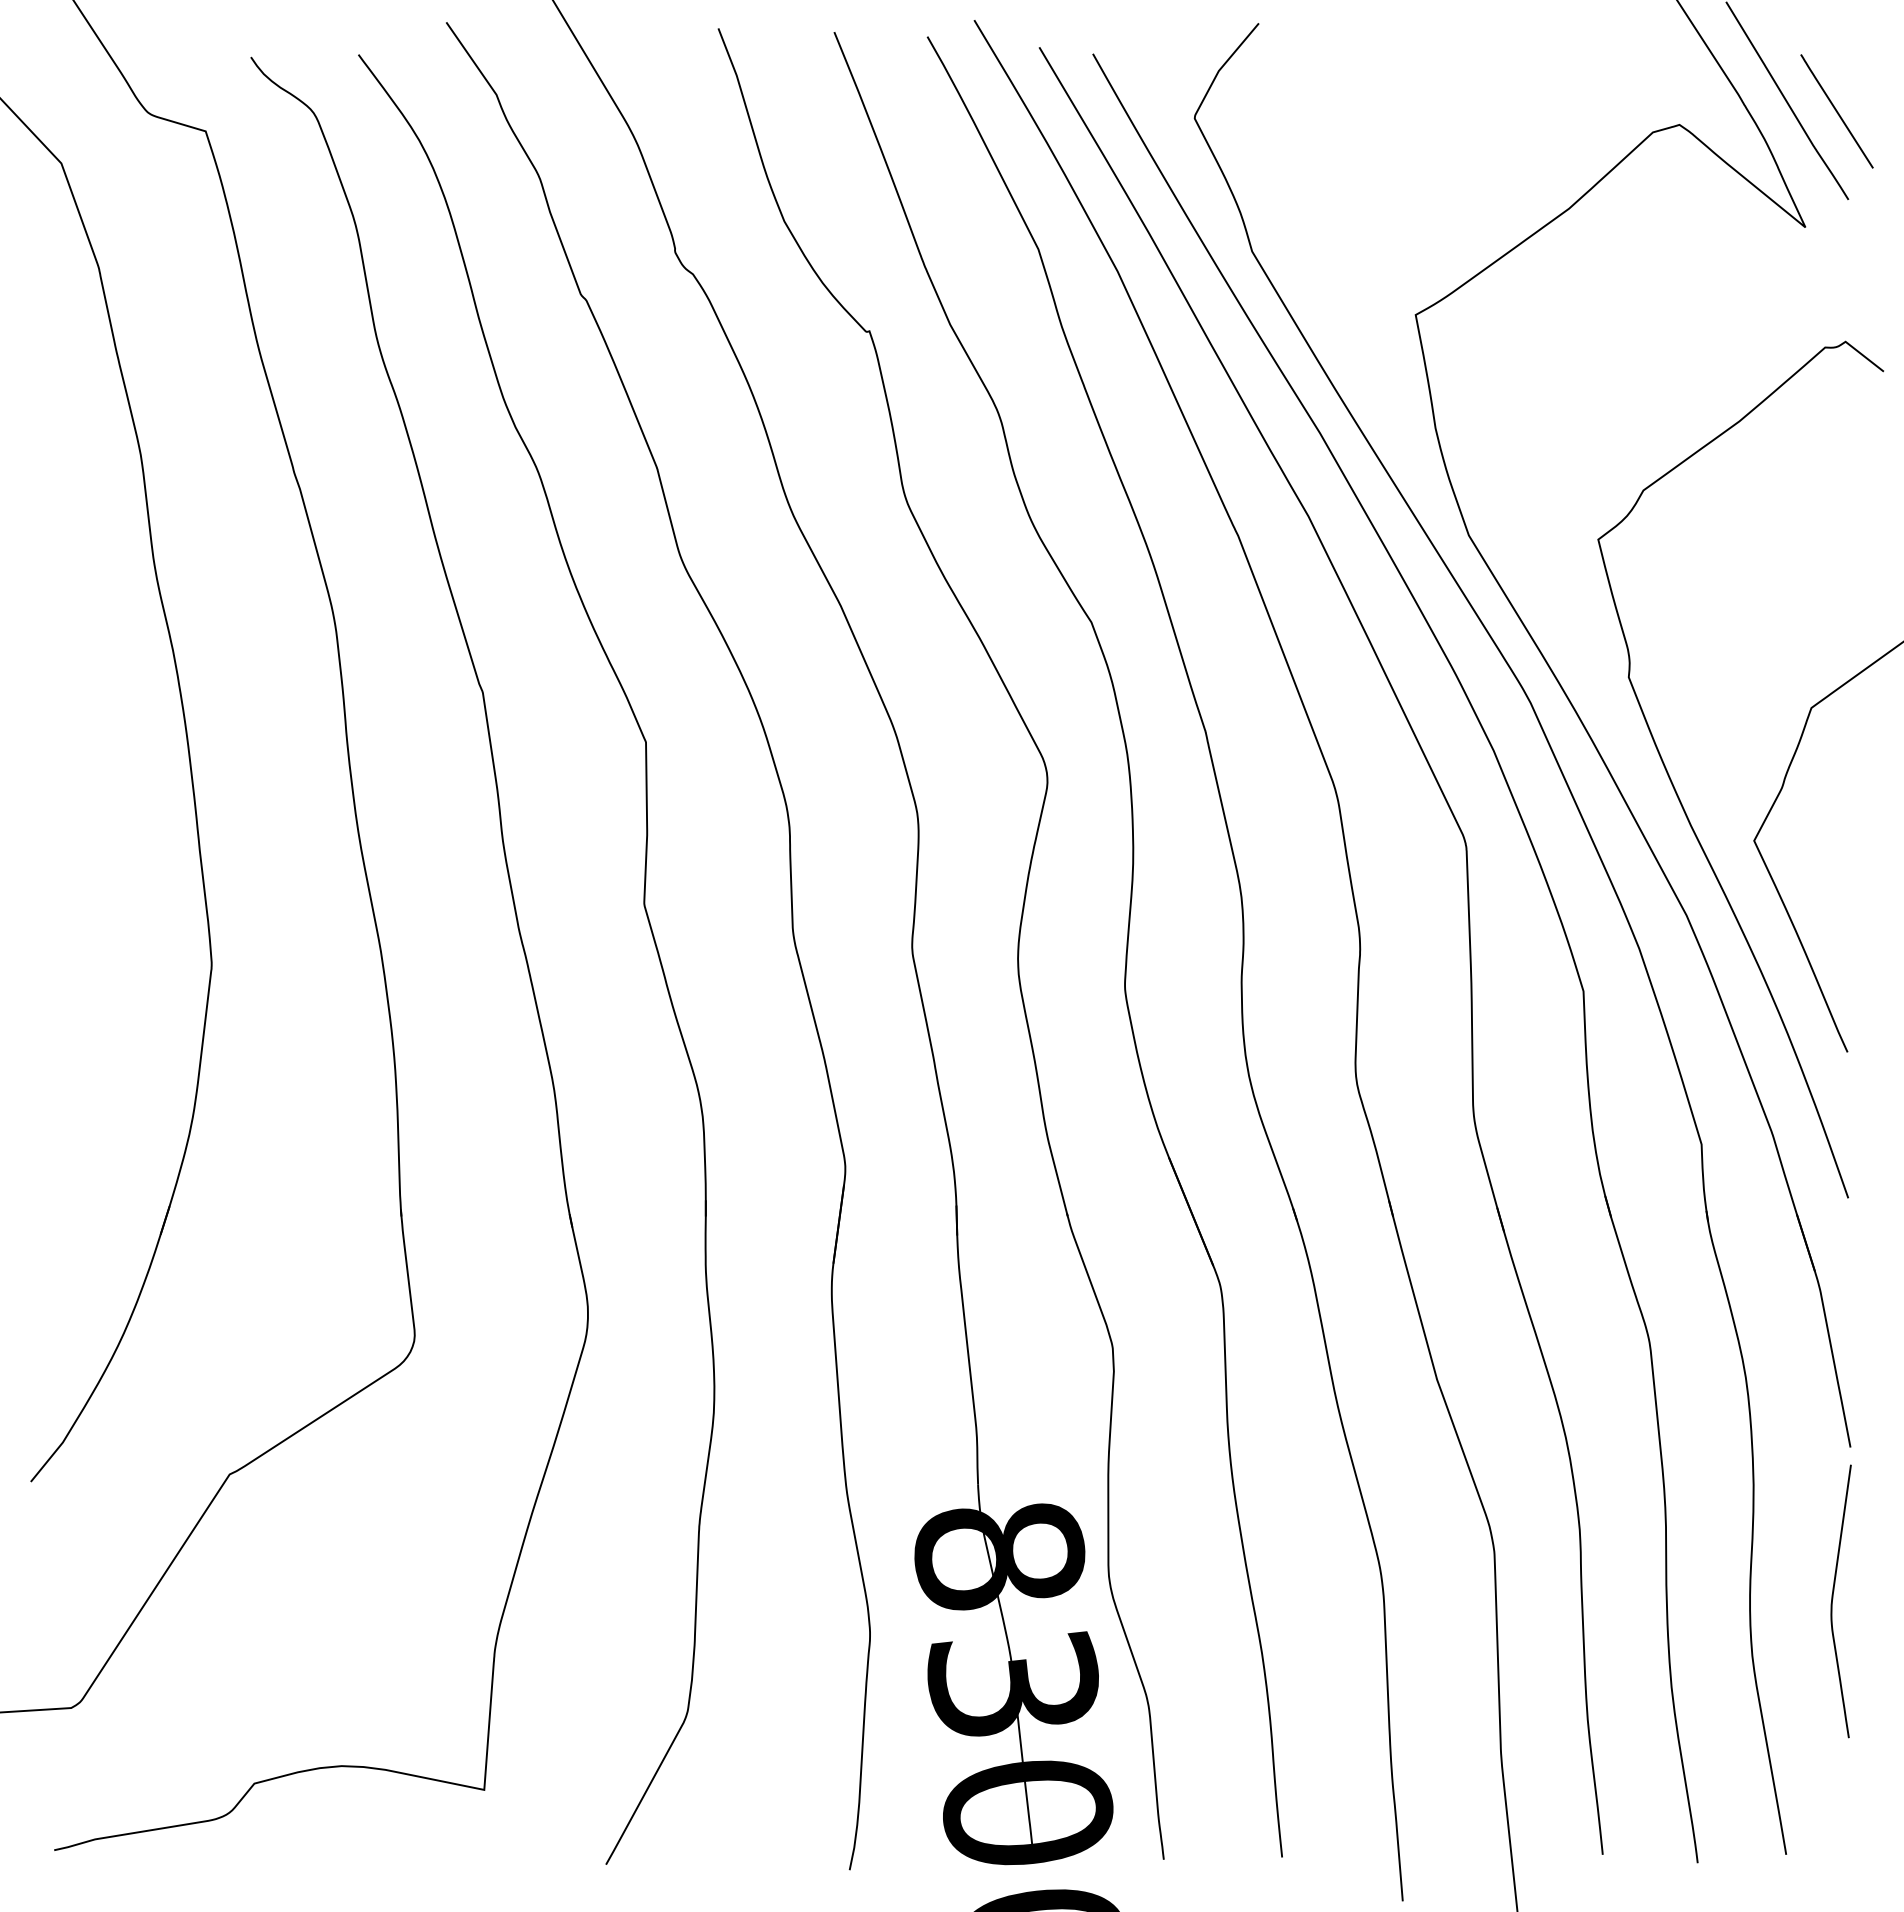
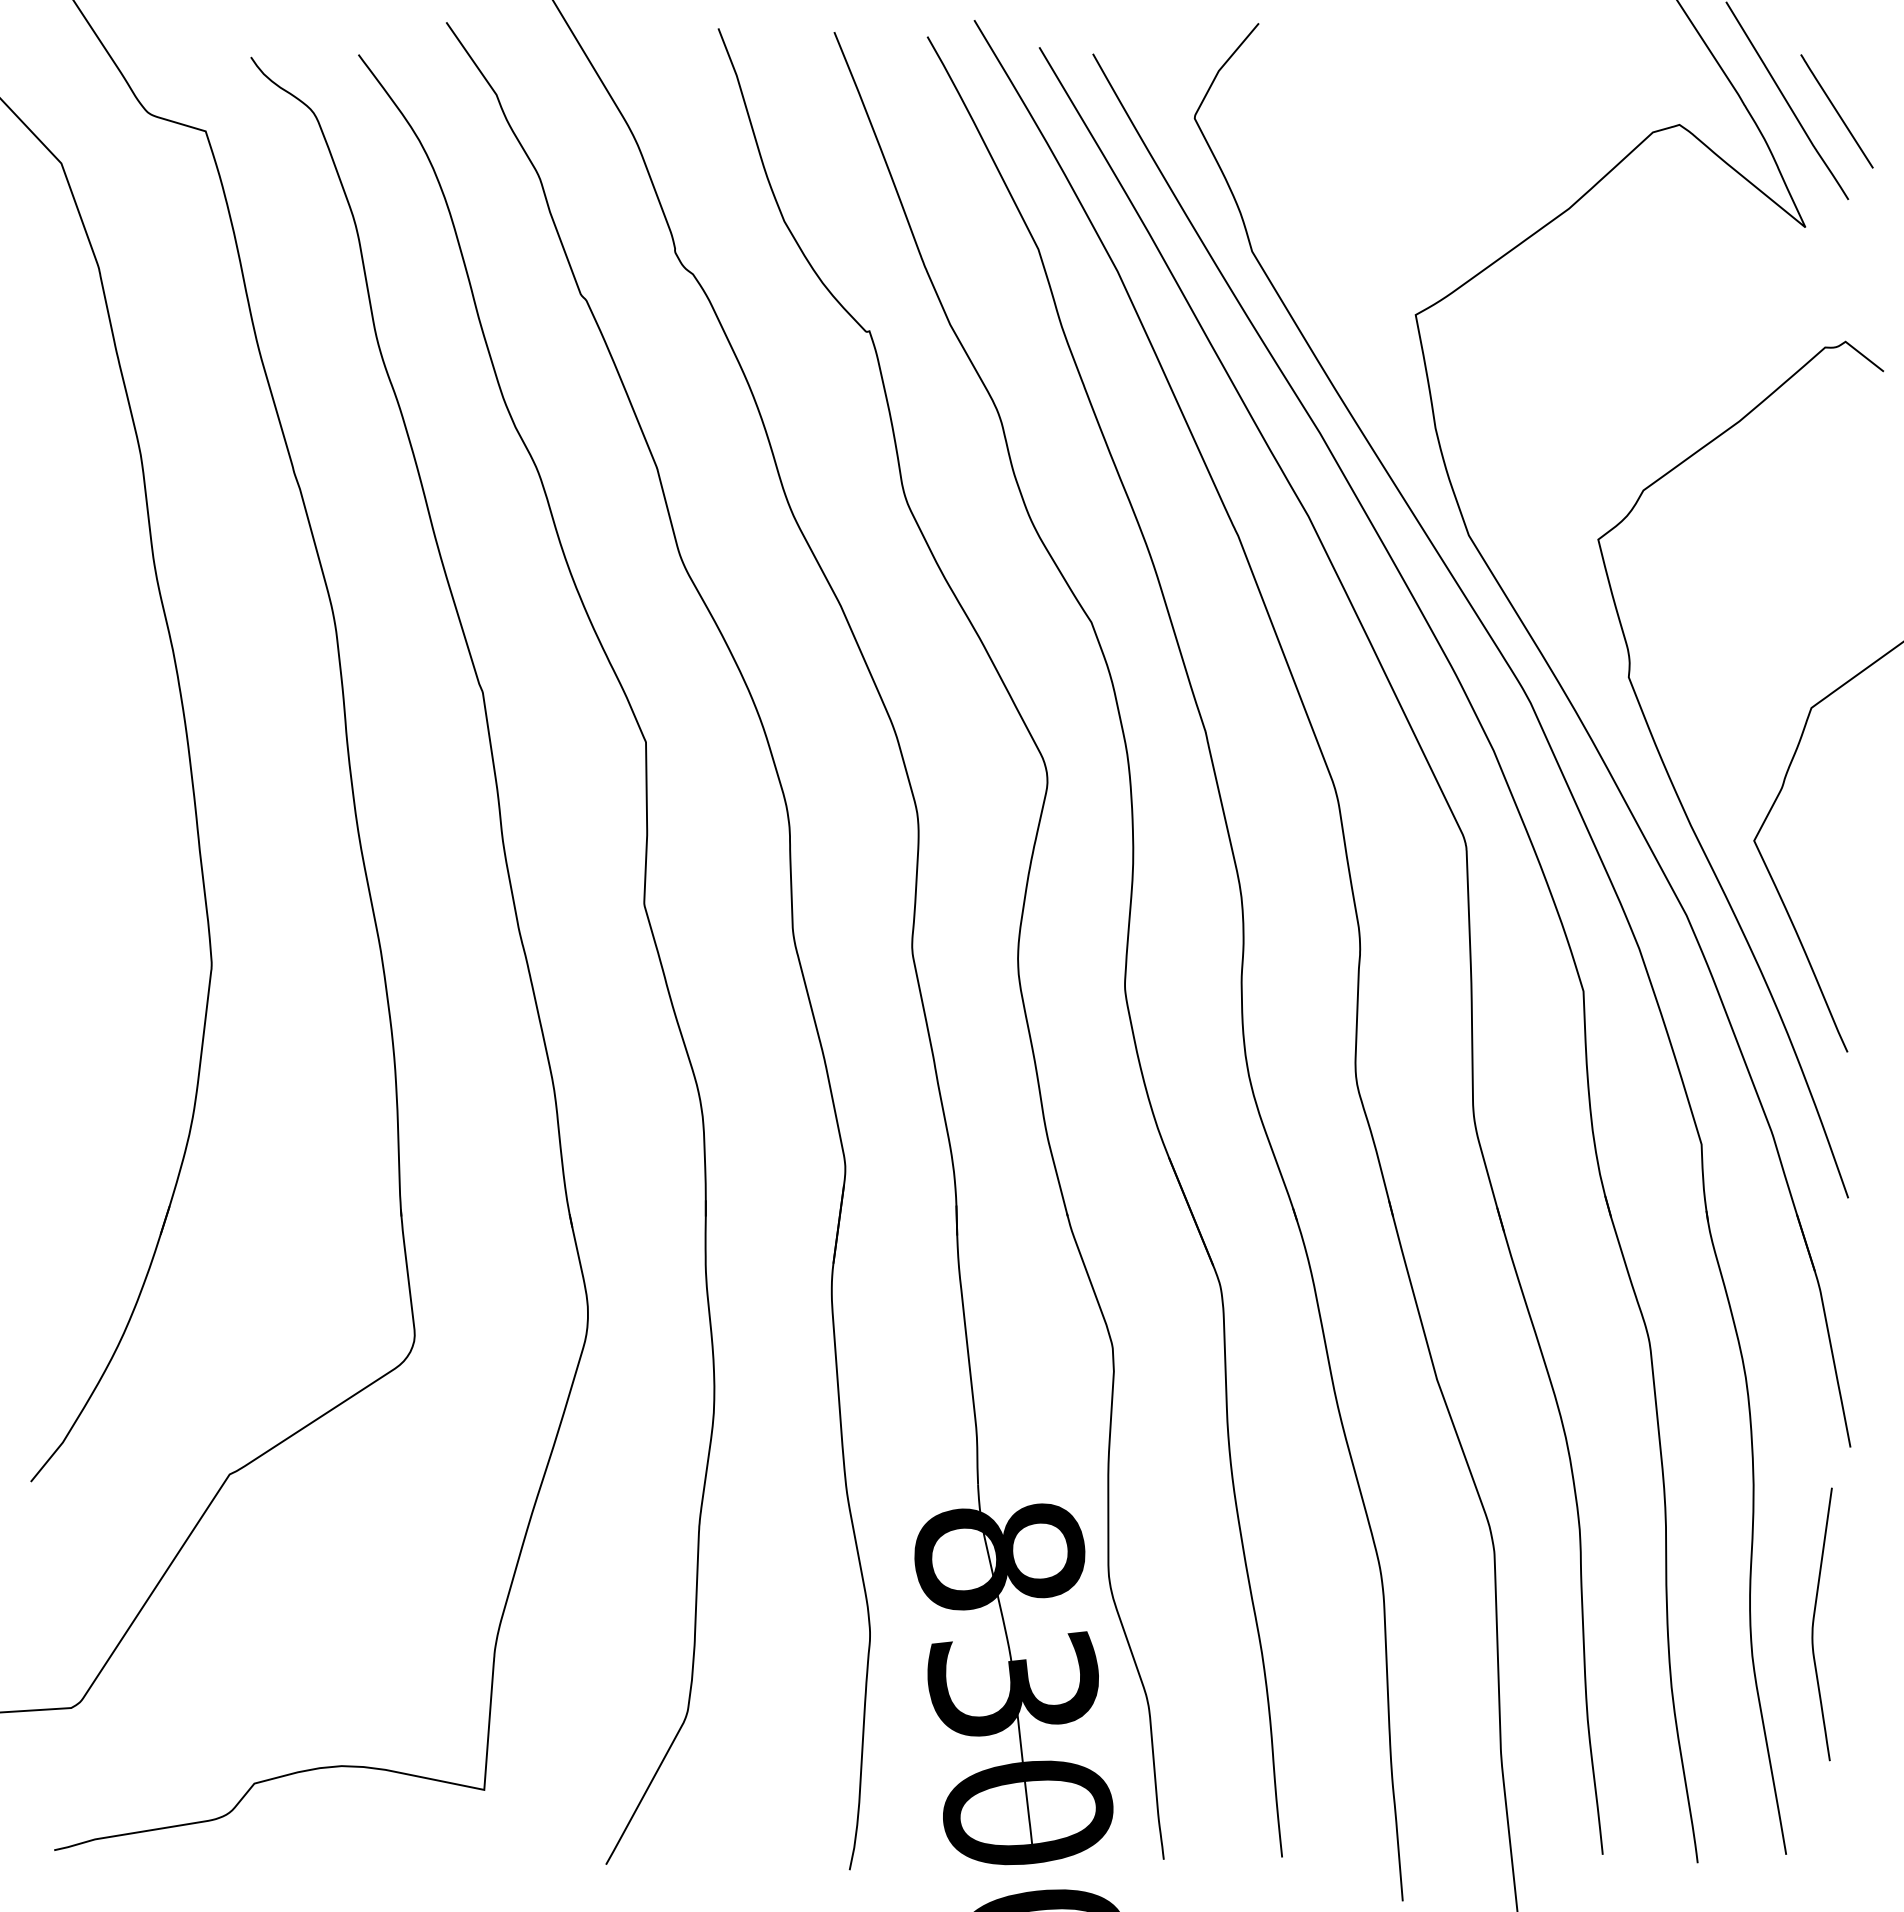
curve at (1833, 1599) position: (1833, 1599) -> (1814, 1622)
